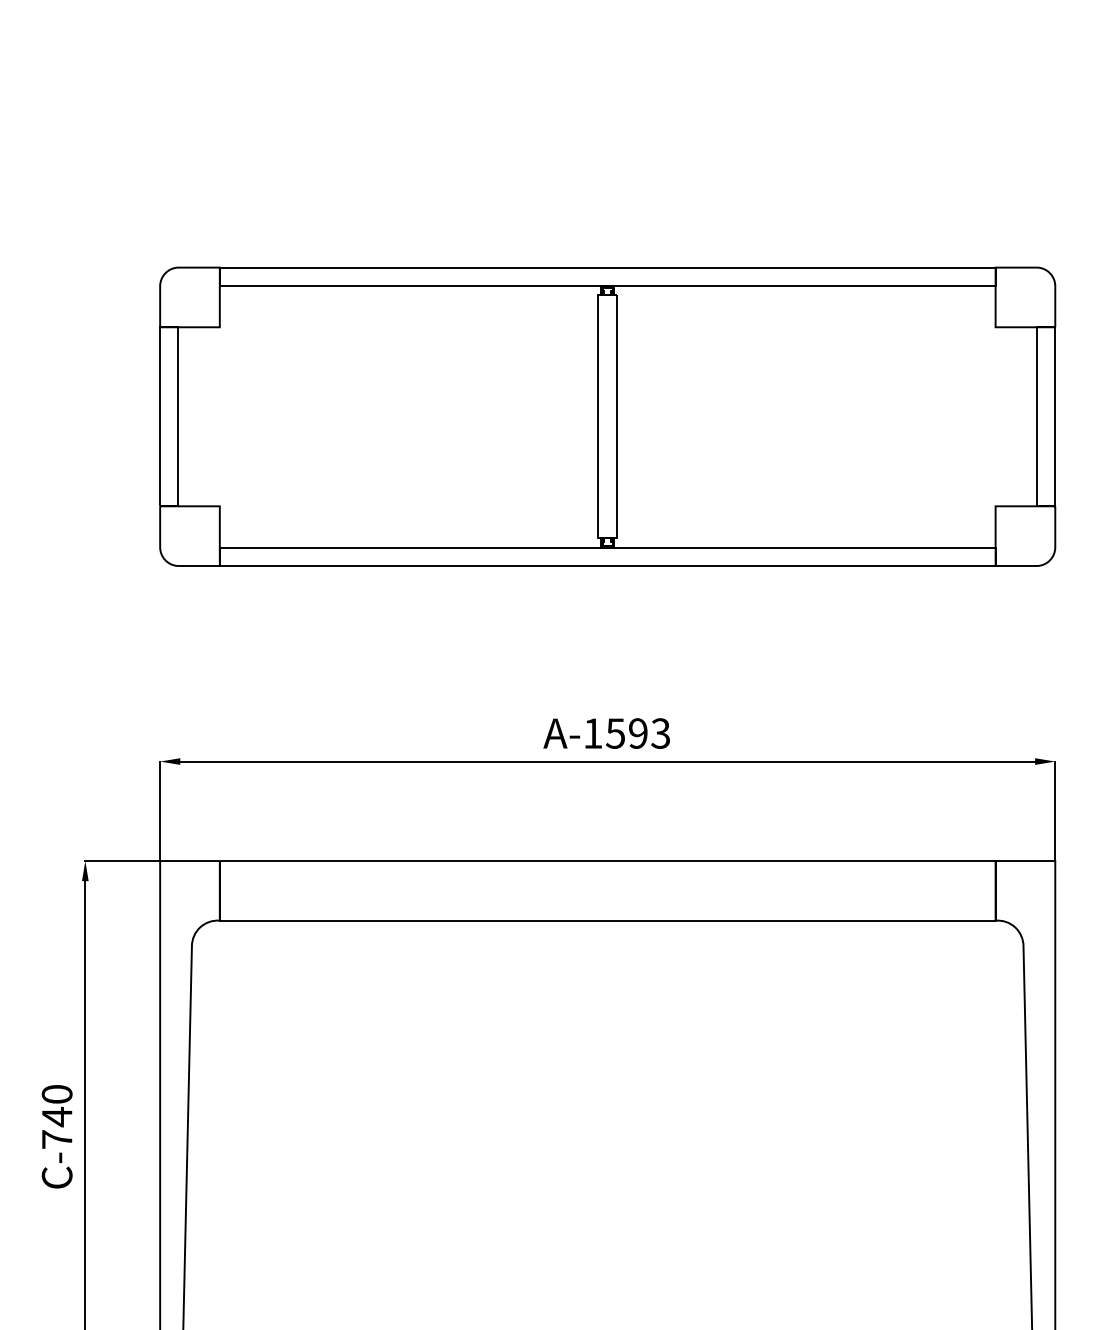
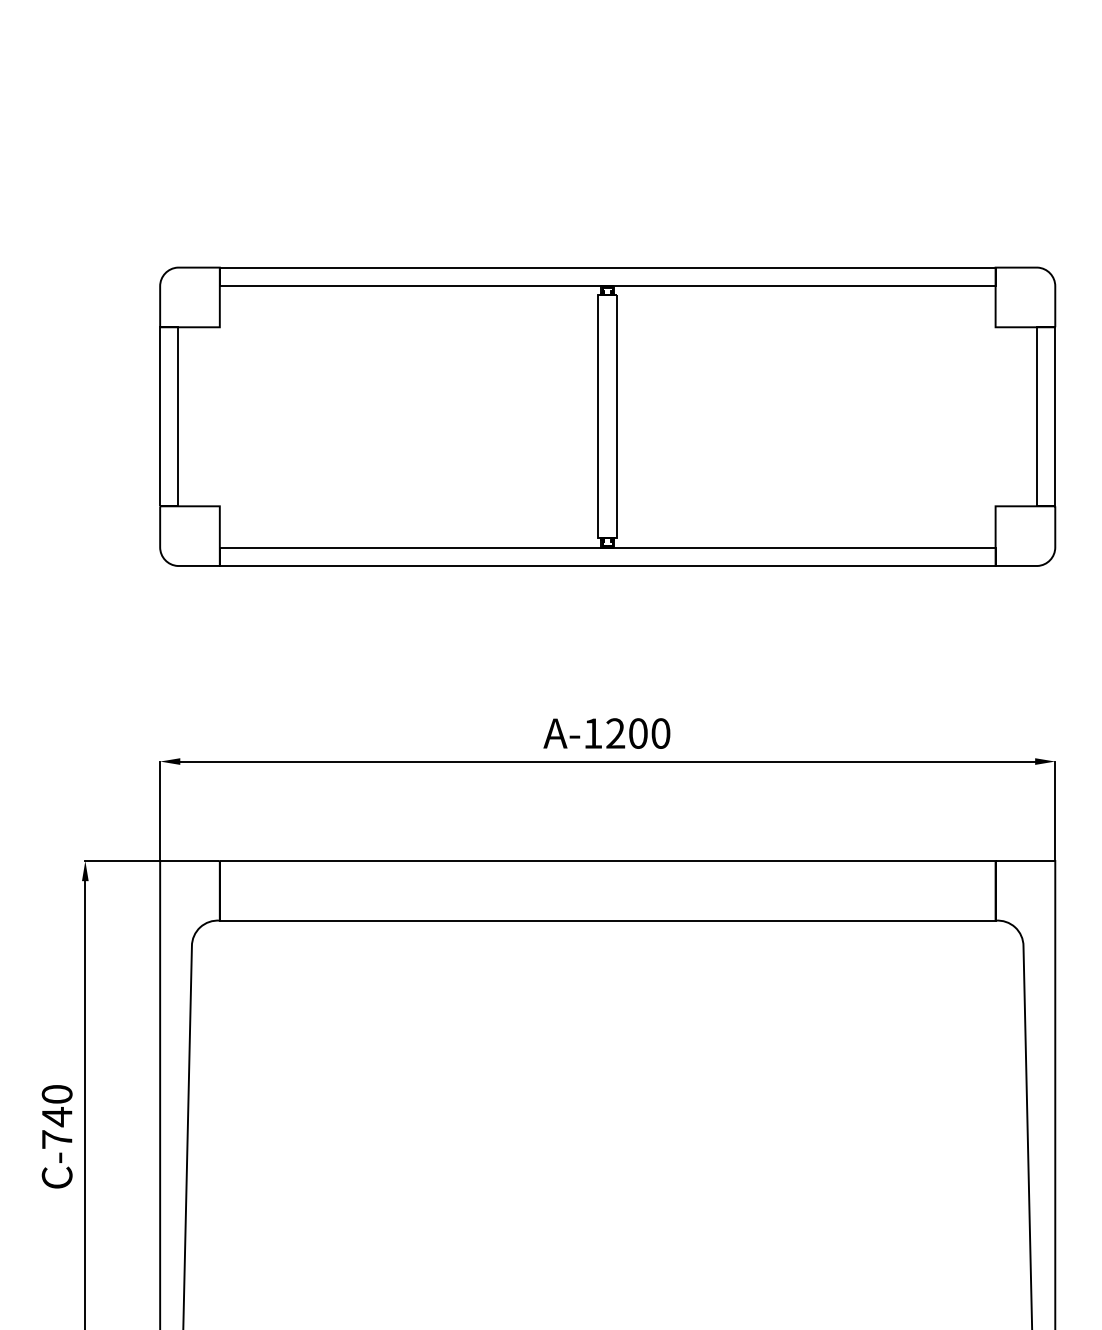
text at (638, 733): A-1593 -> A-1200
